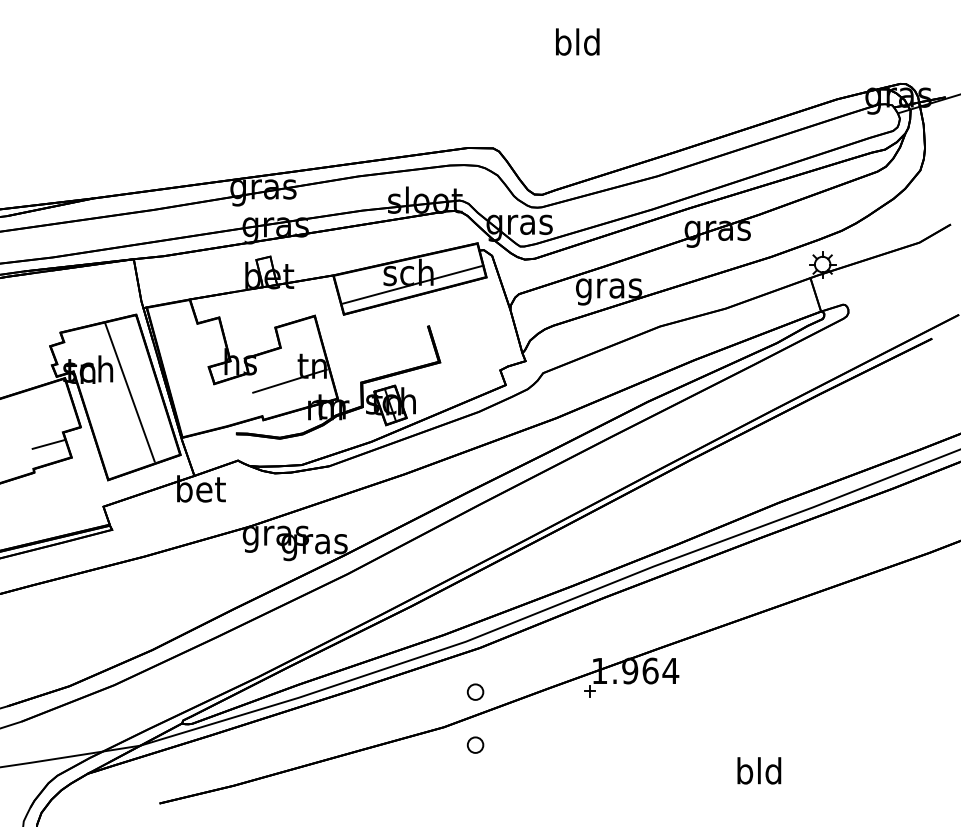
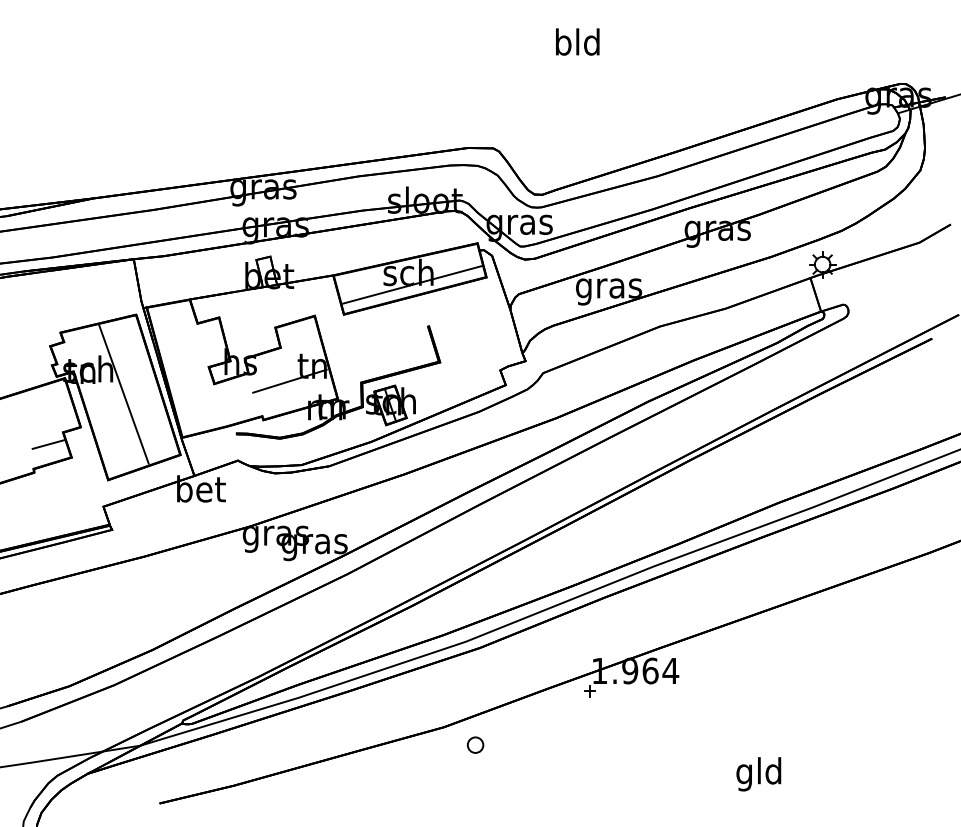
line at (129, 392) position: (129, 392) -> (123, 394)
part at (475, 691): present -> none
text at (744, 774): bld -> gld
